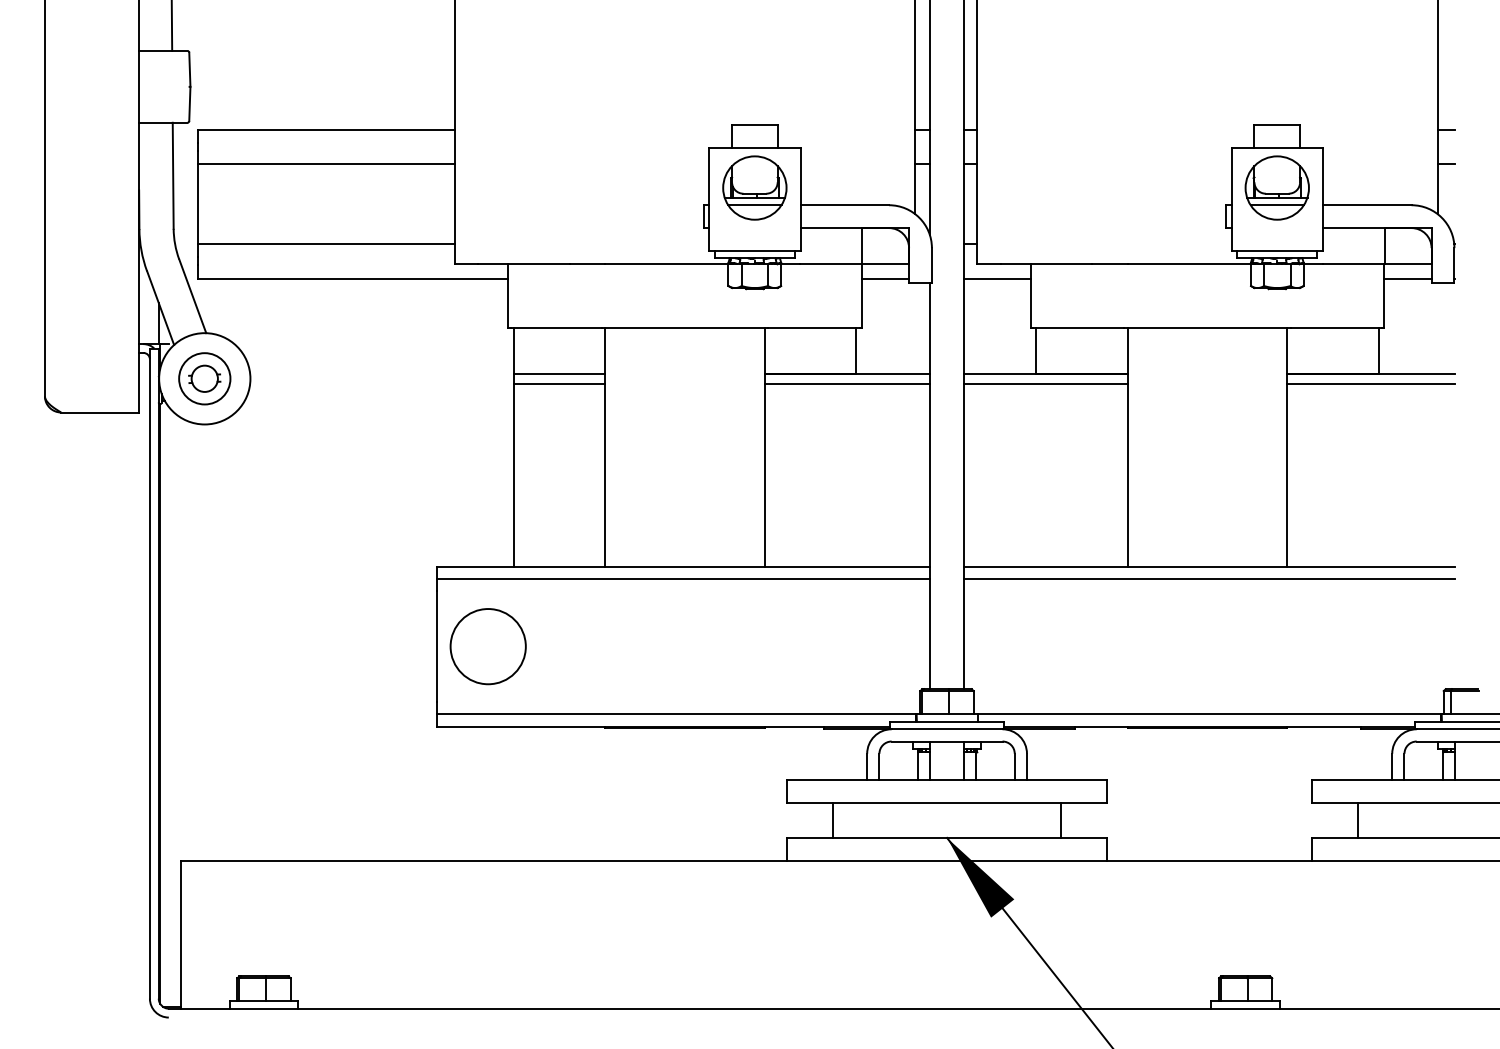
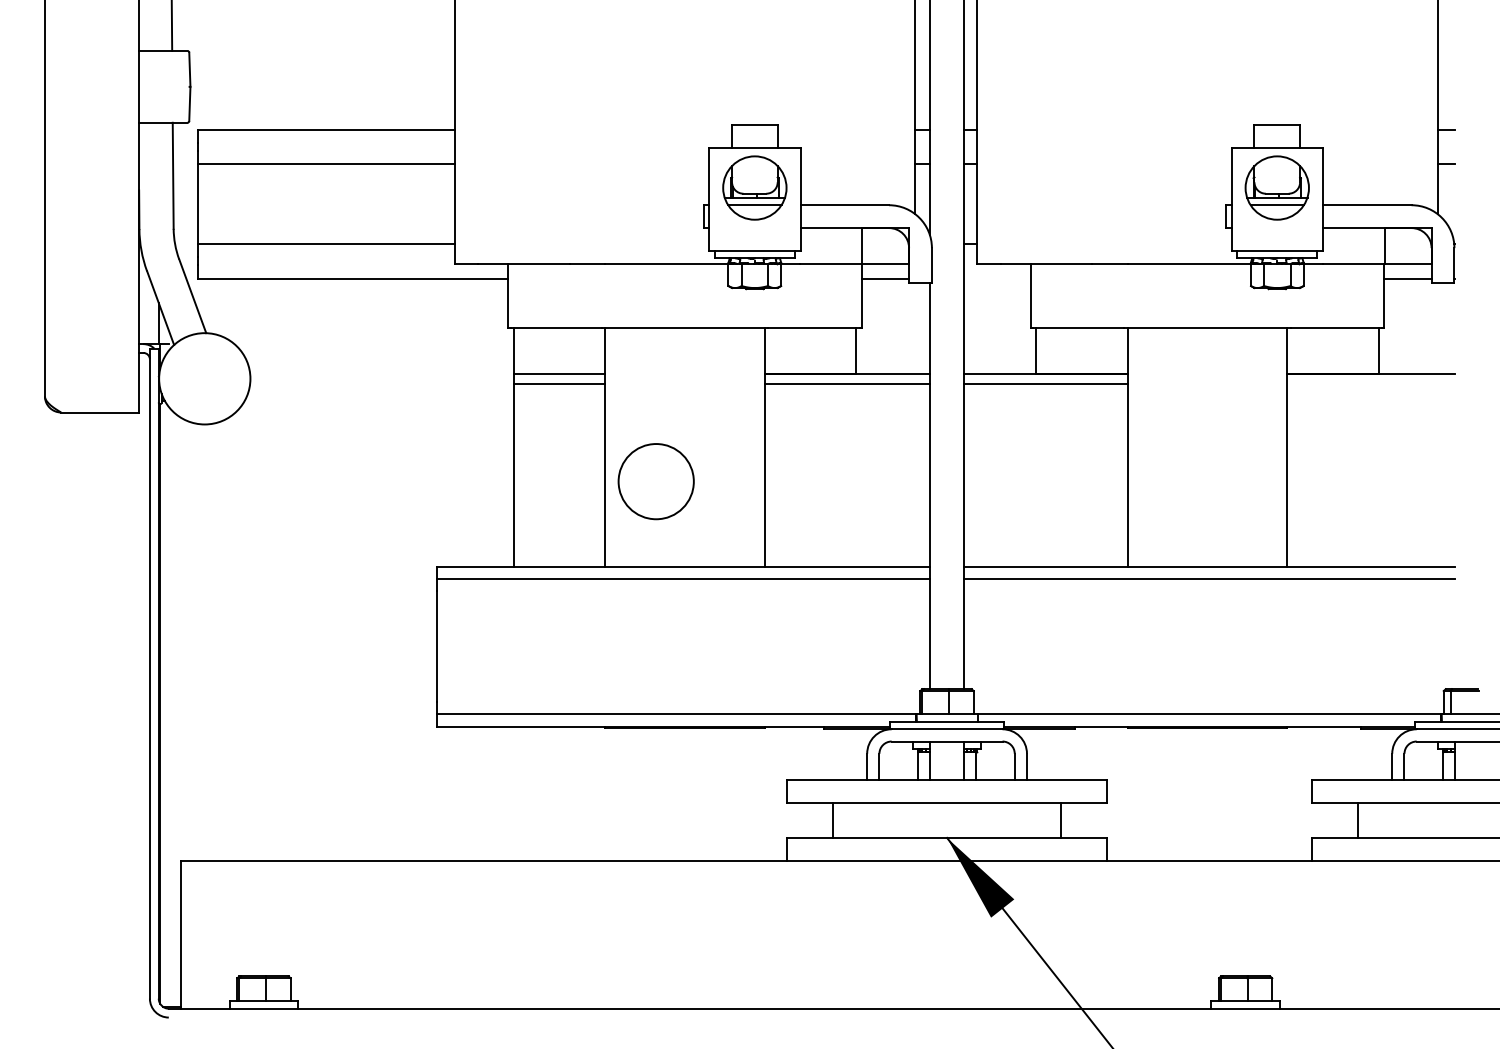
line at (997, 278): present -> none
part at (204, 378): present -> none
line at (1370, 384): present -> none
circle at (487, 646) position: (487, 646) -> (655, 481)
